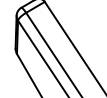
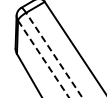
line at (54, 55): solid -> dashed
line at (43, 58): solid -> dashed
